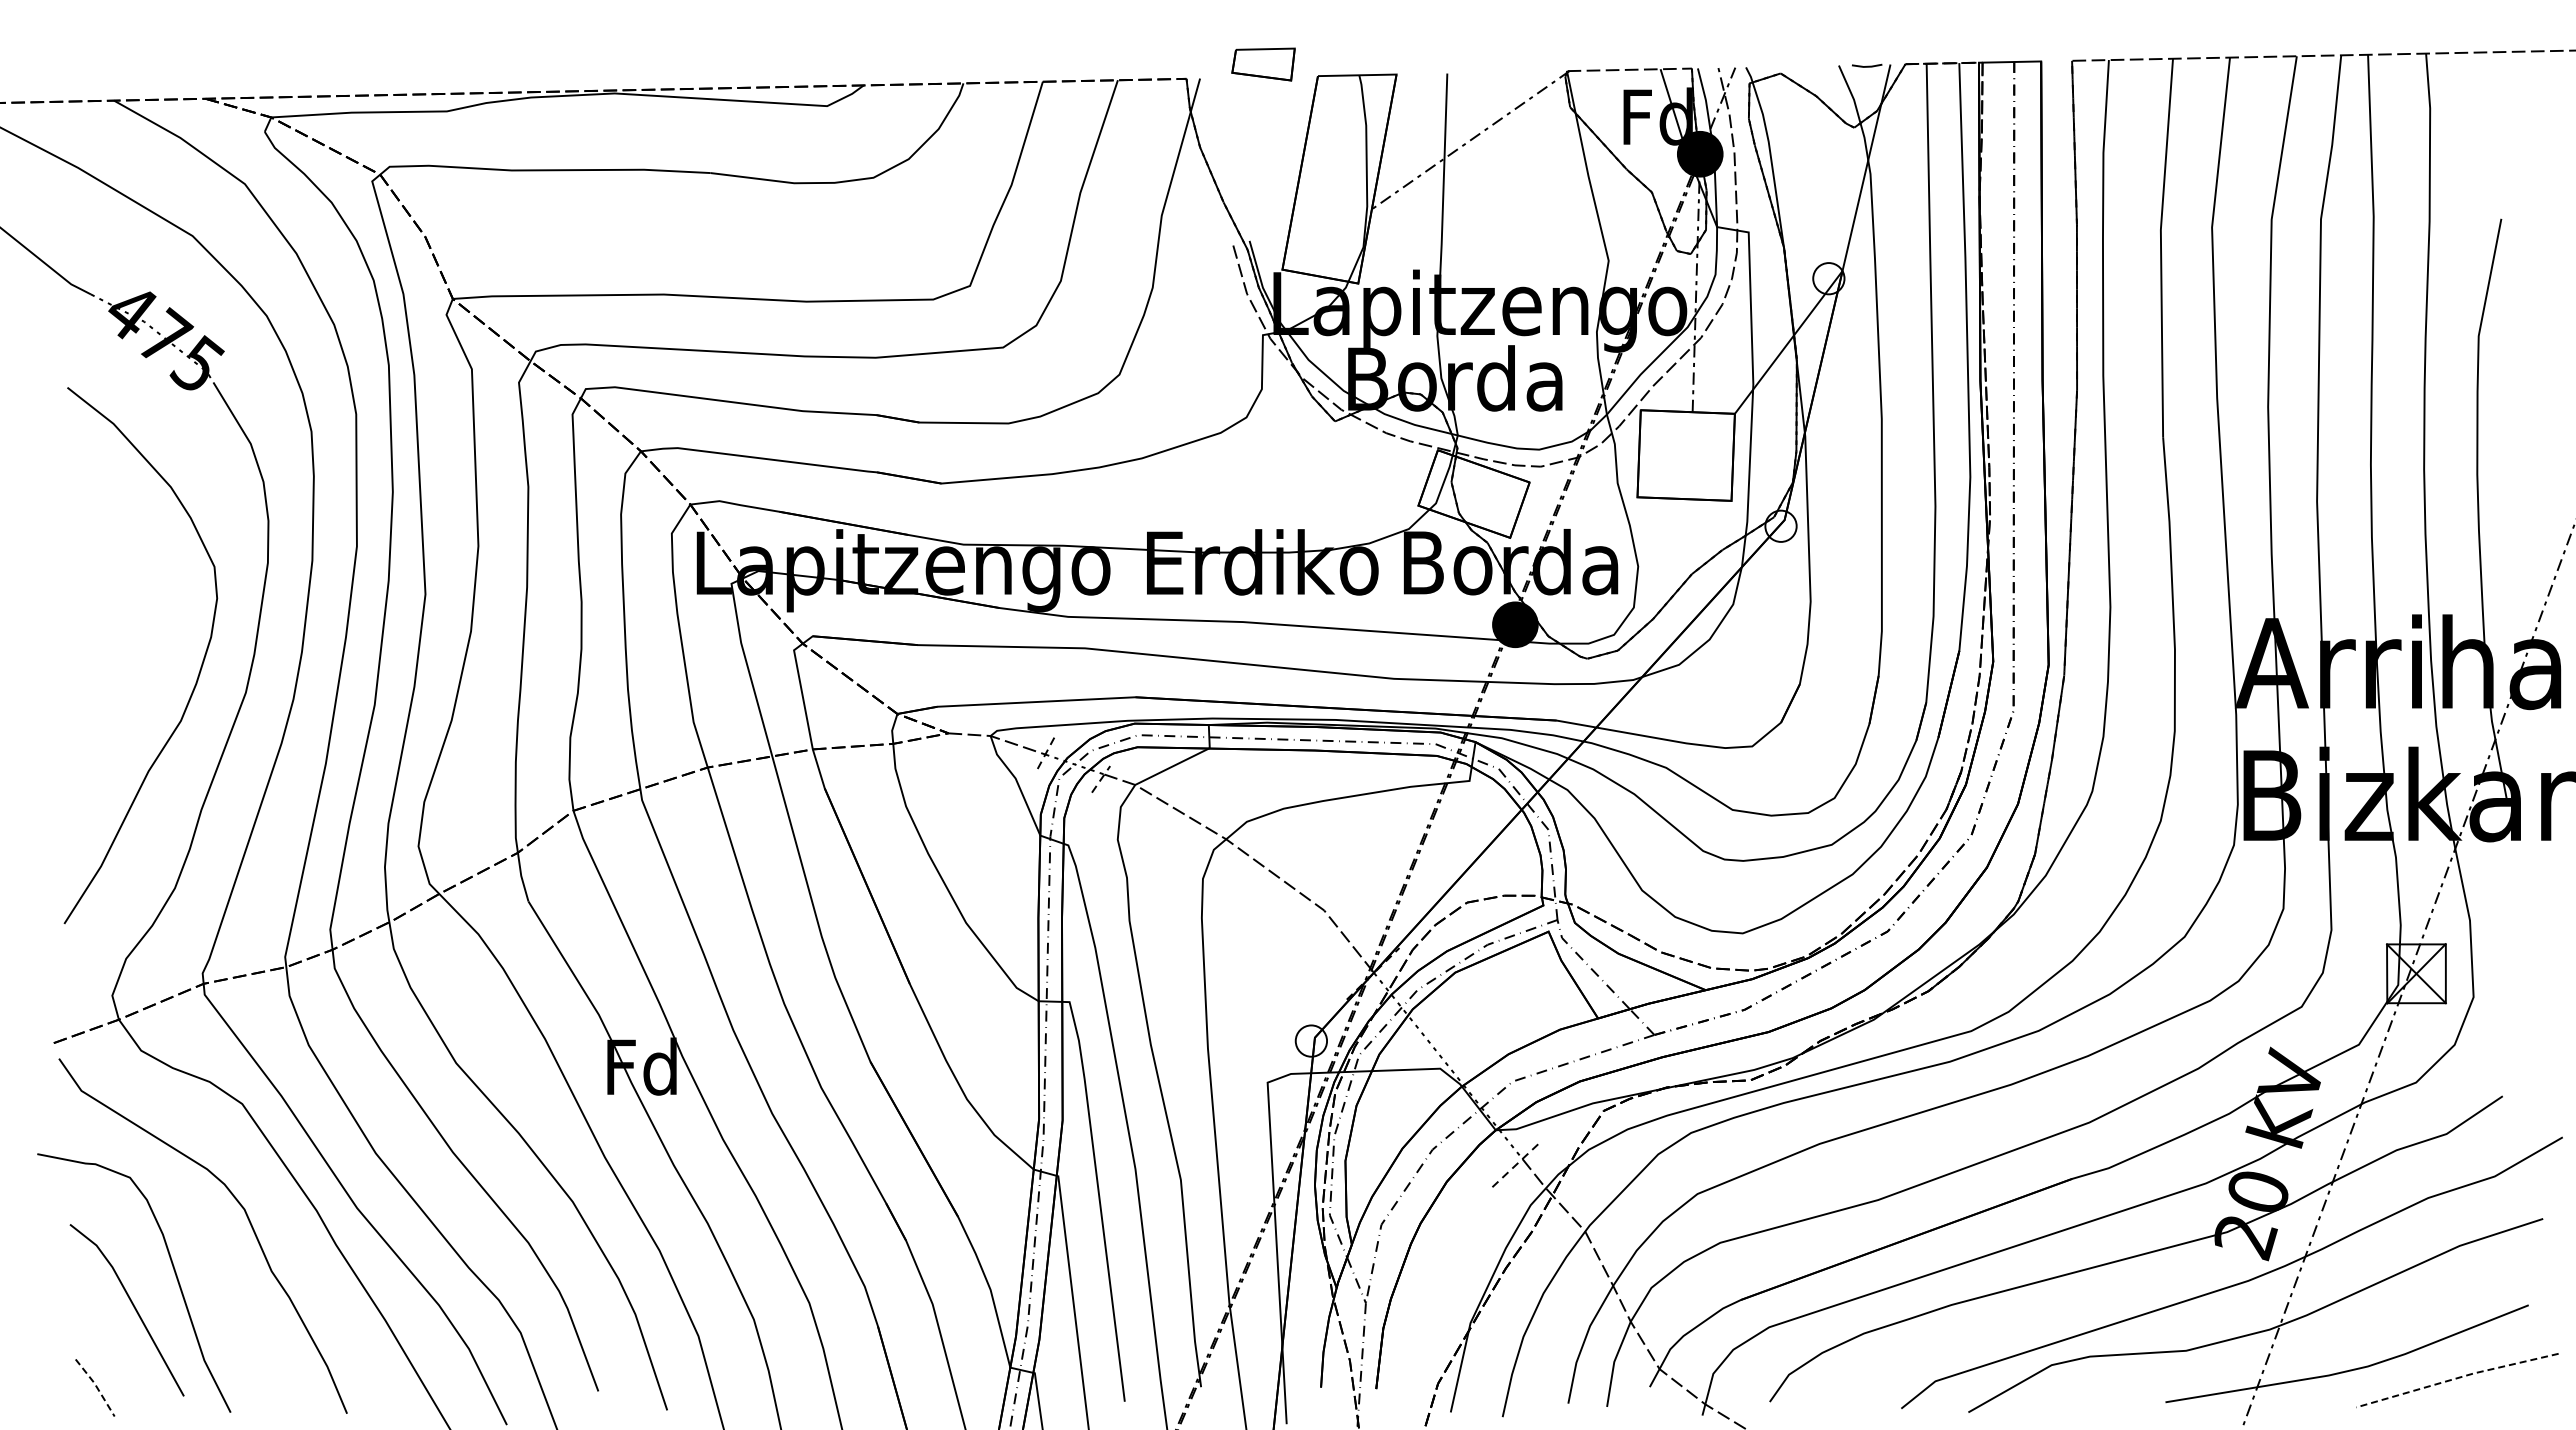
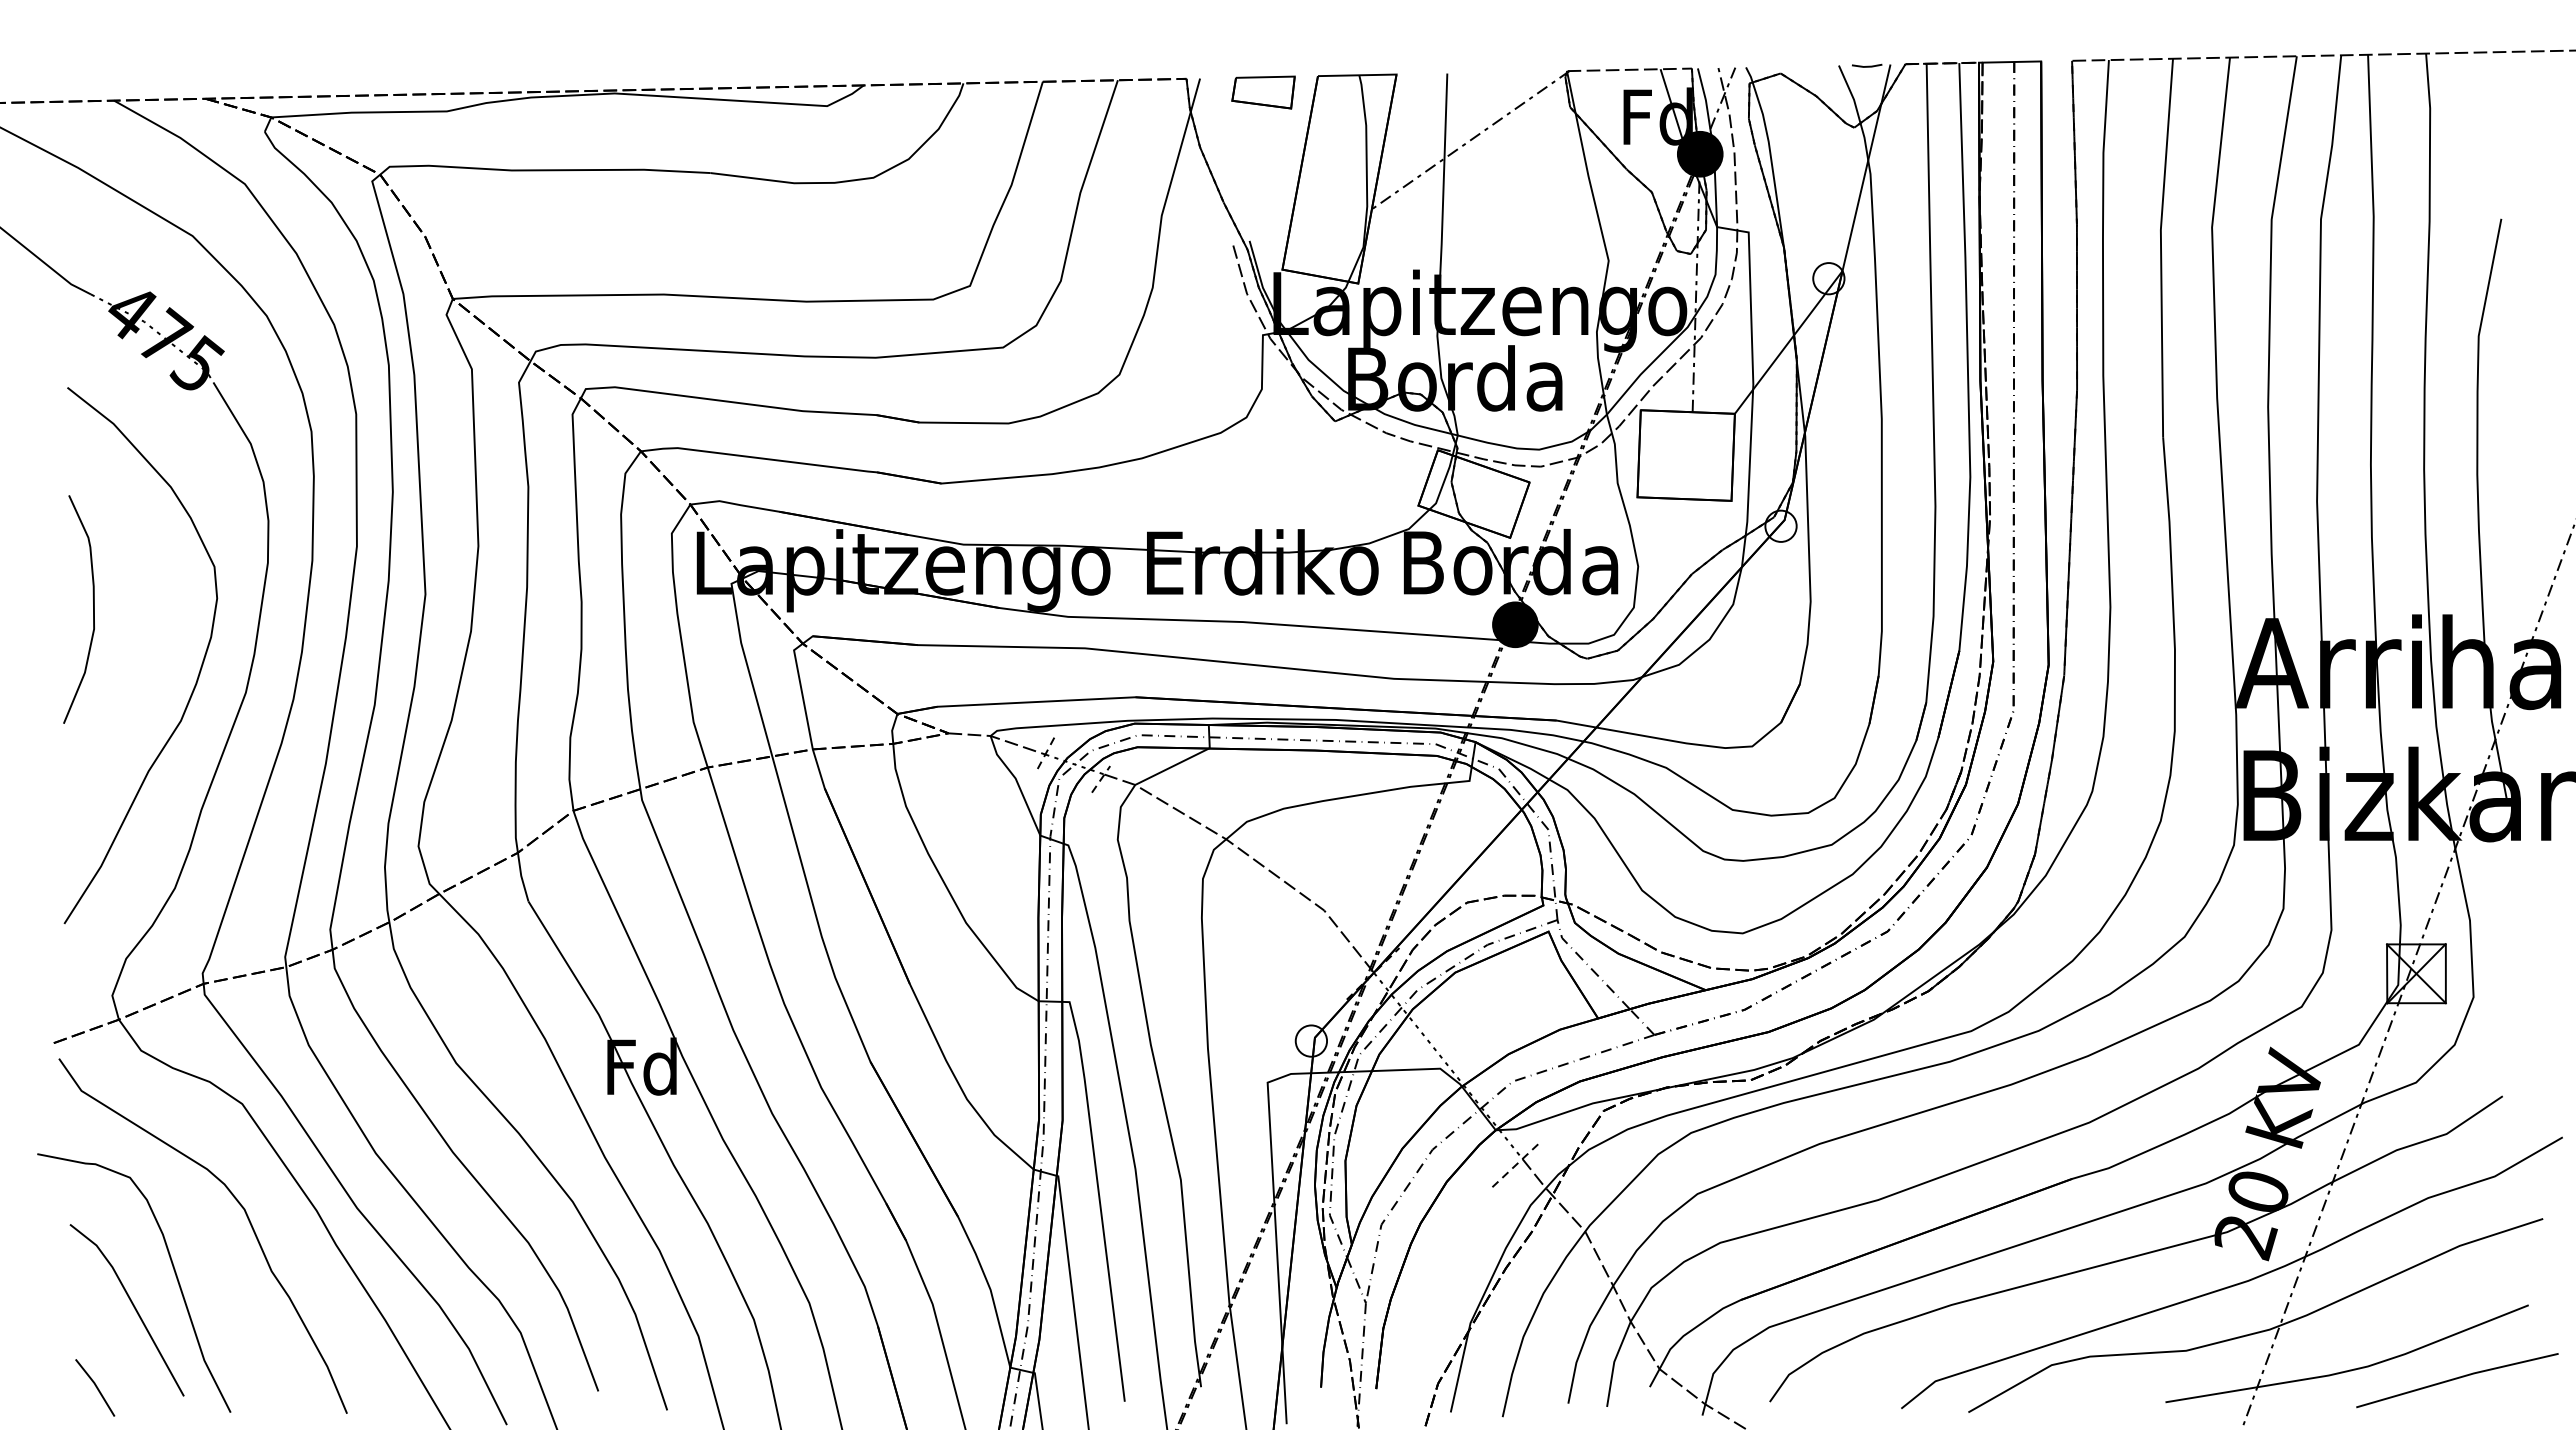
part at (1263, 64) position: (1263, 64) -> (1263, 92)
curve at (93, 609): none -> present
line at (2456, 1378): dashed -> solid
line at (96, 1386): dashed -> solid
